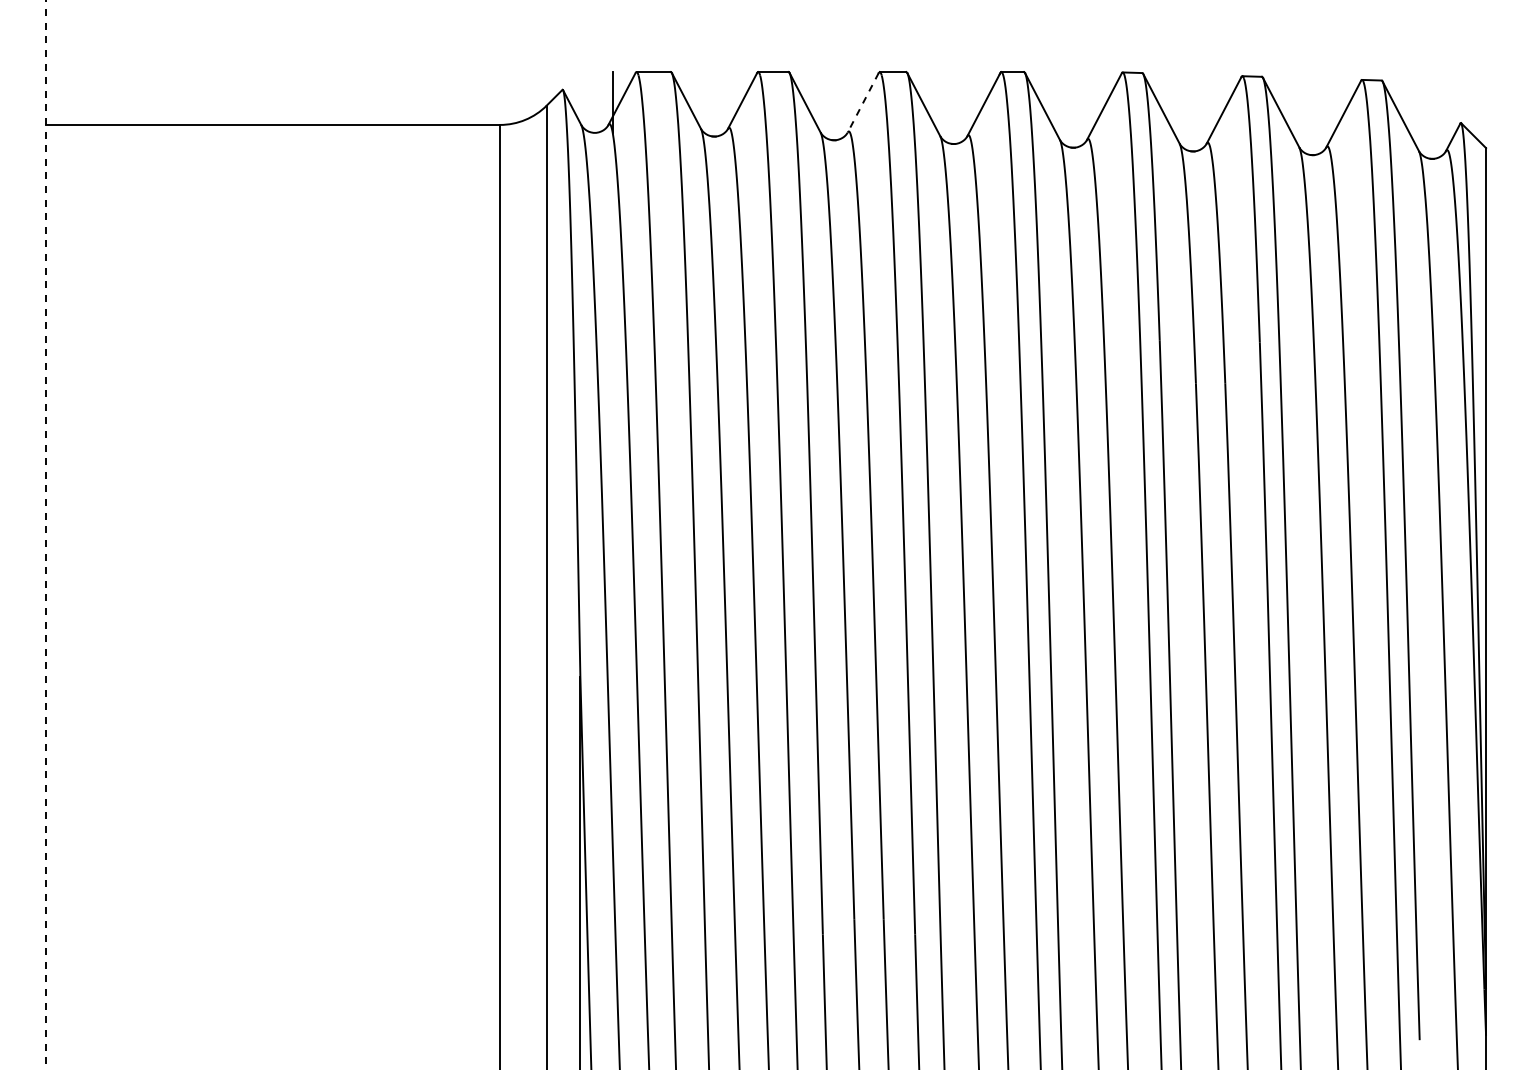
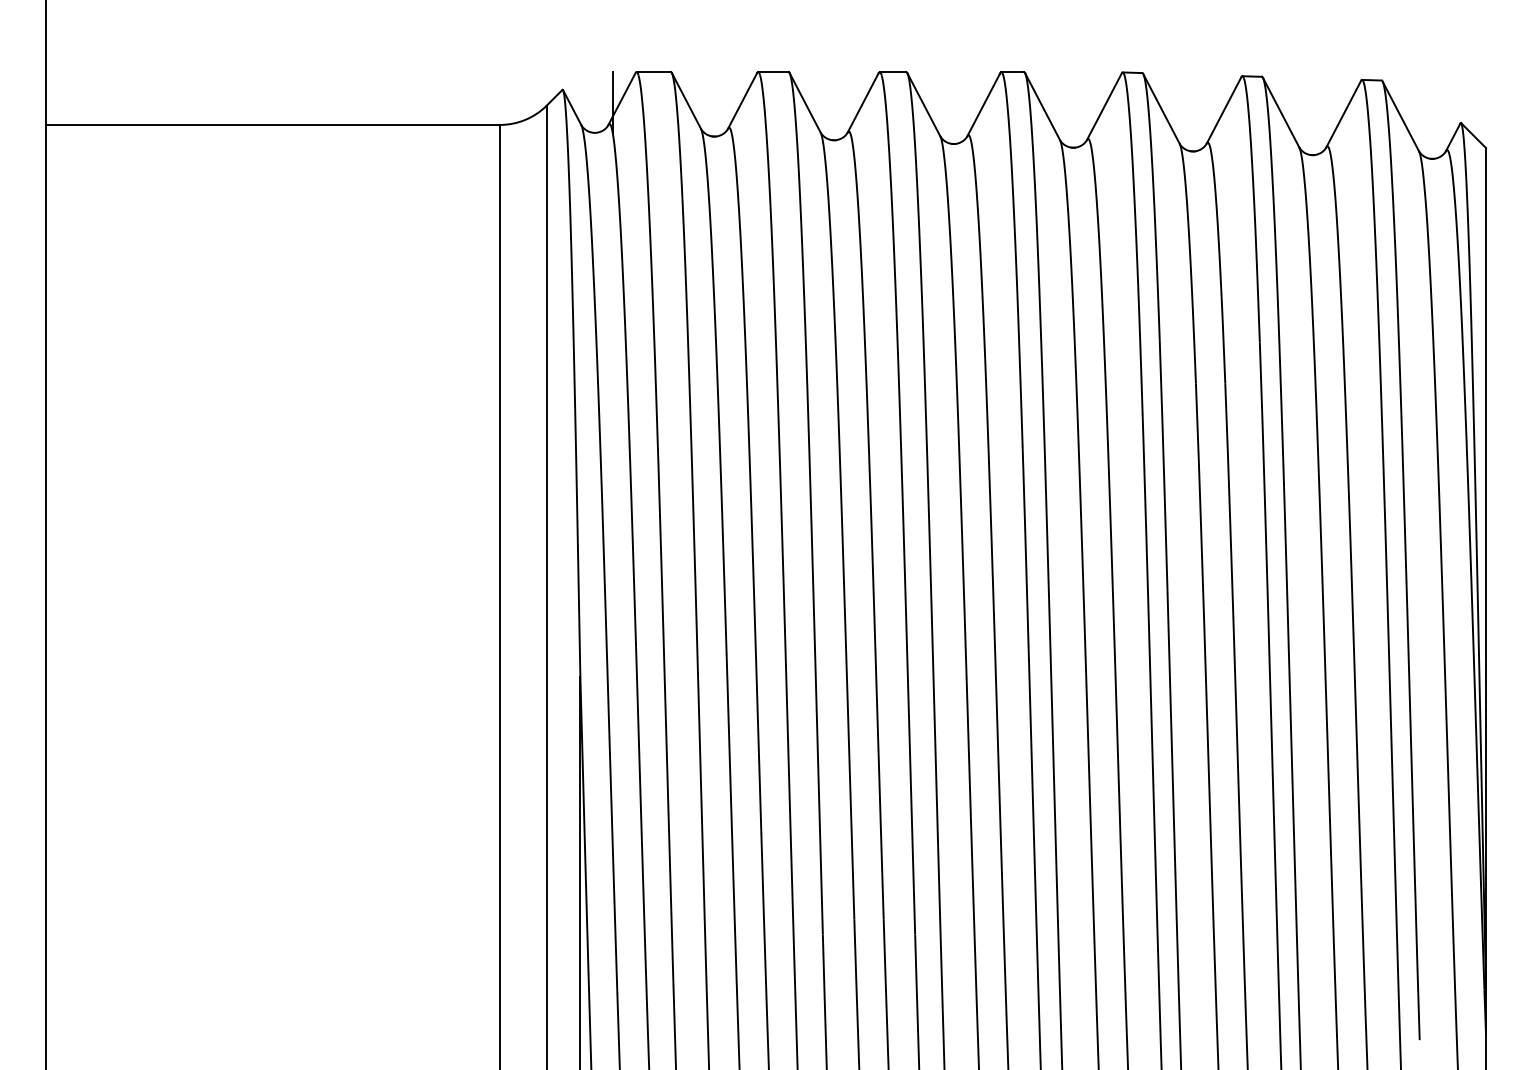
line at (863, 102): dashed -> solid
line at (45, 535): dashed -> solid
